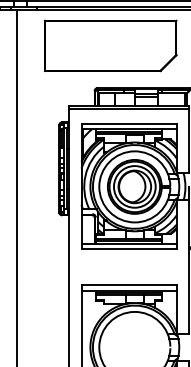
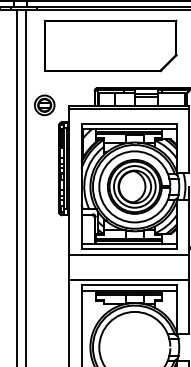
part at (44, 105): none -> present
line at (26, 186): none -> present
line at (127, 254): none -> present
line at (127, 279): none -> present
